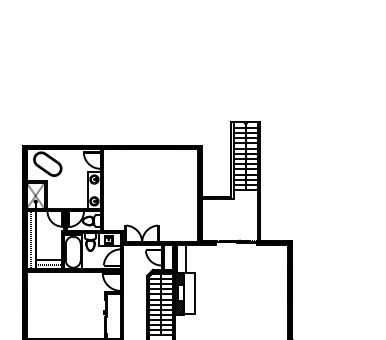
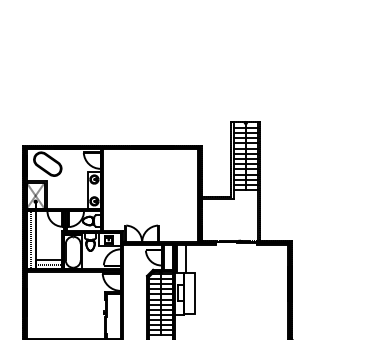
hatch at (178, 293): present -> none
